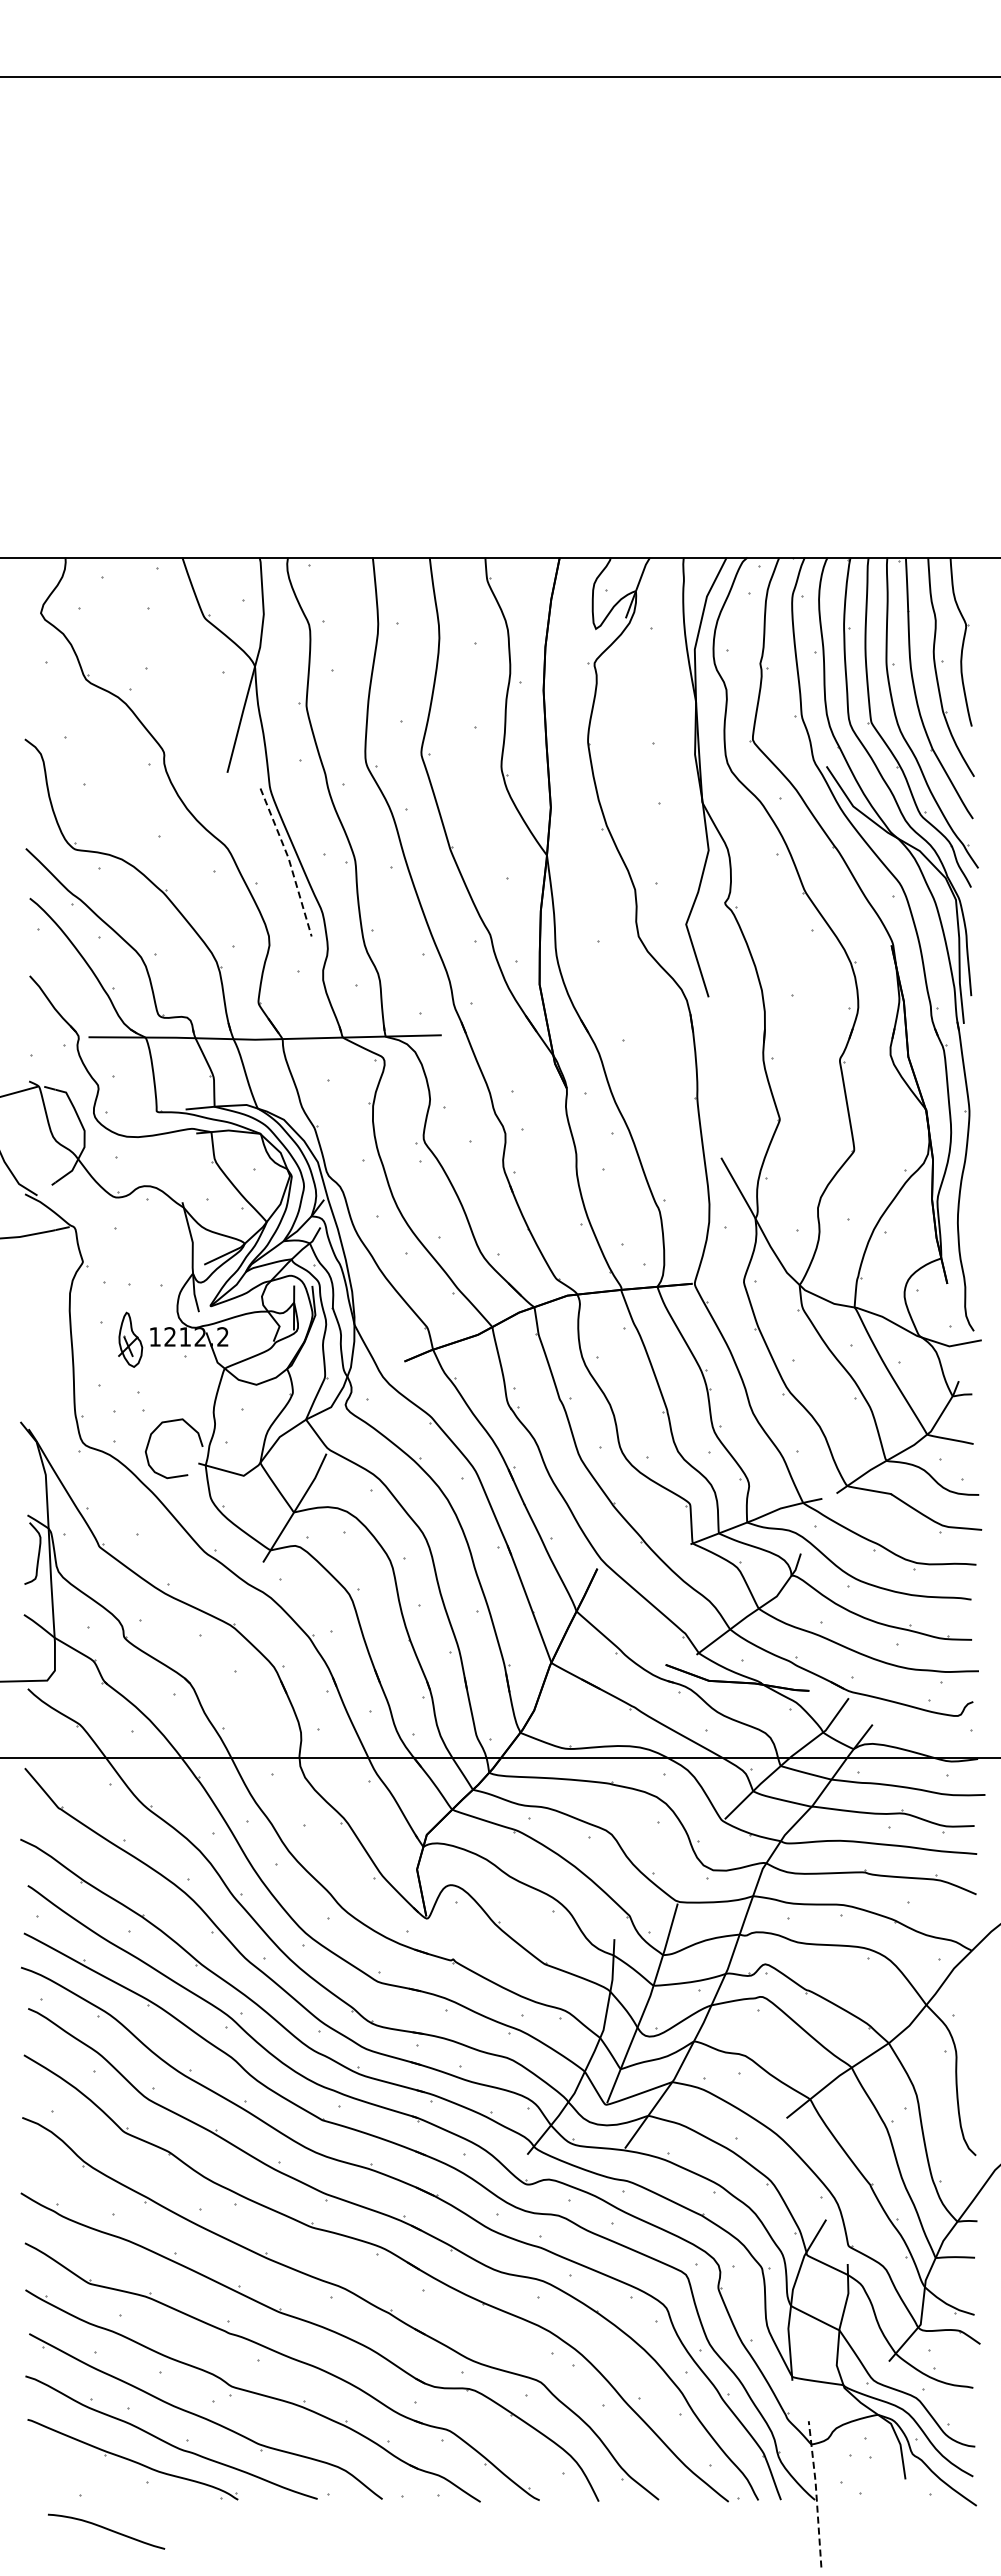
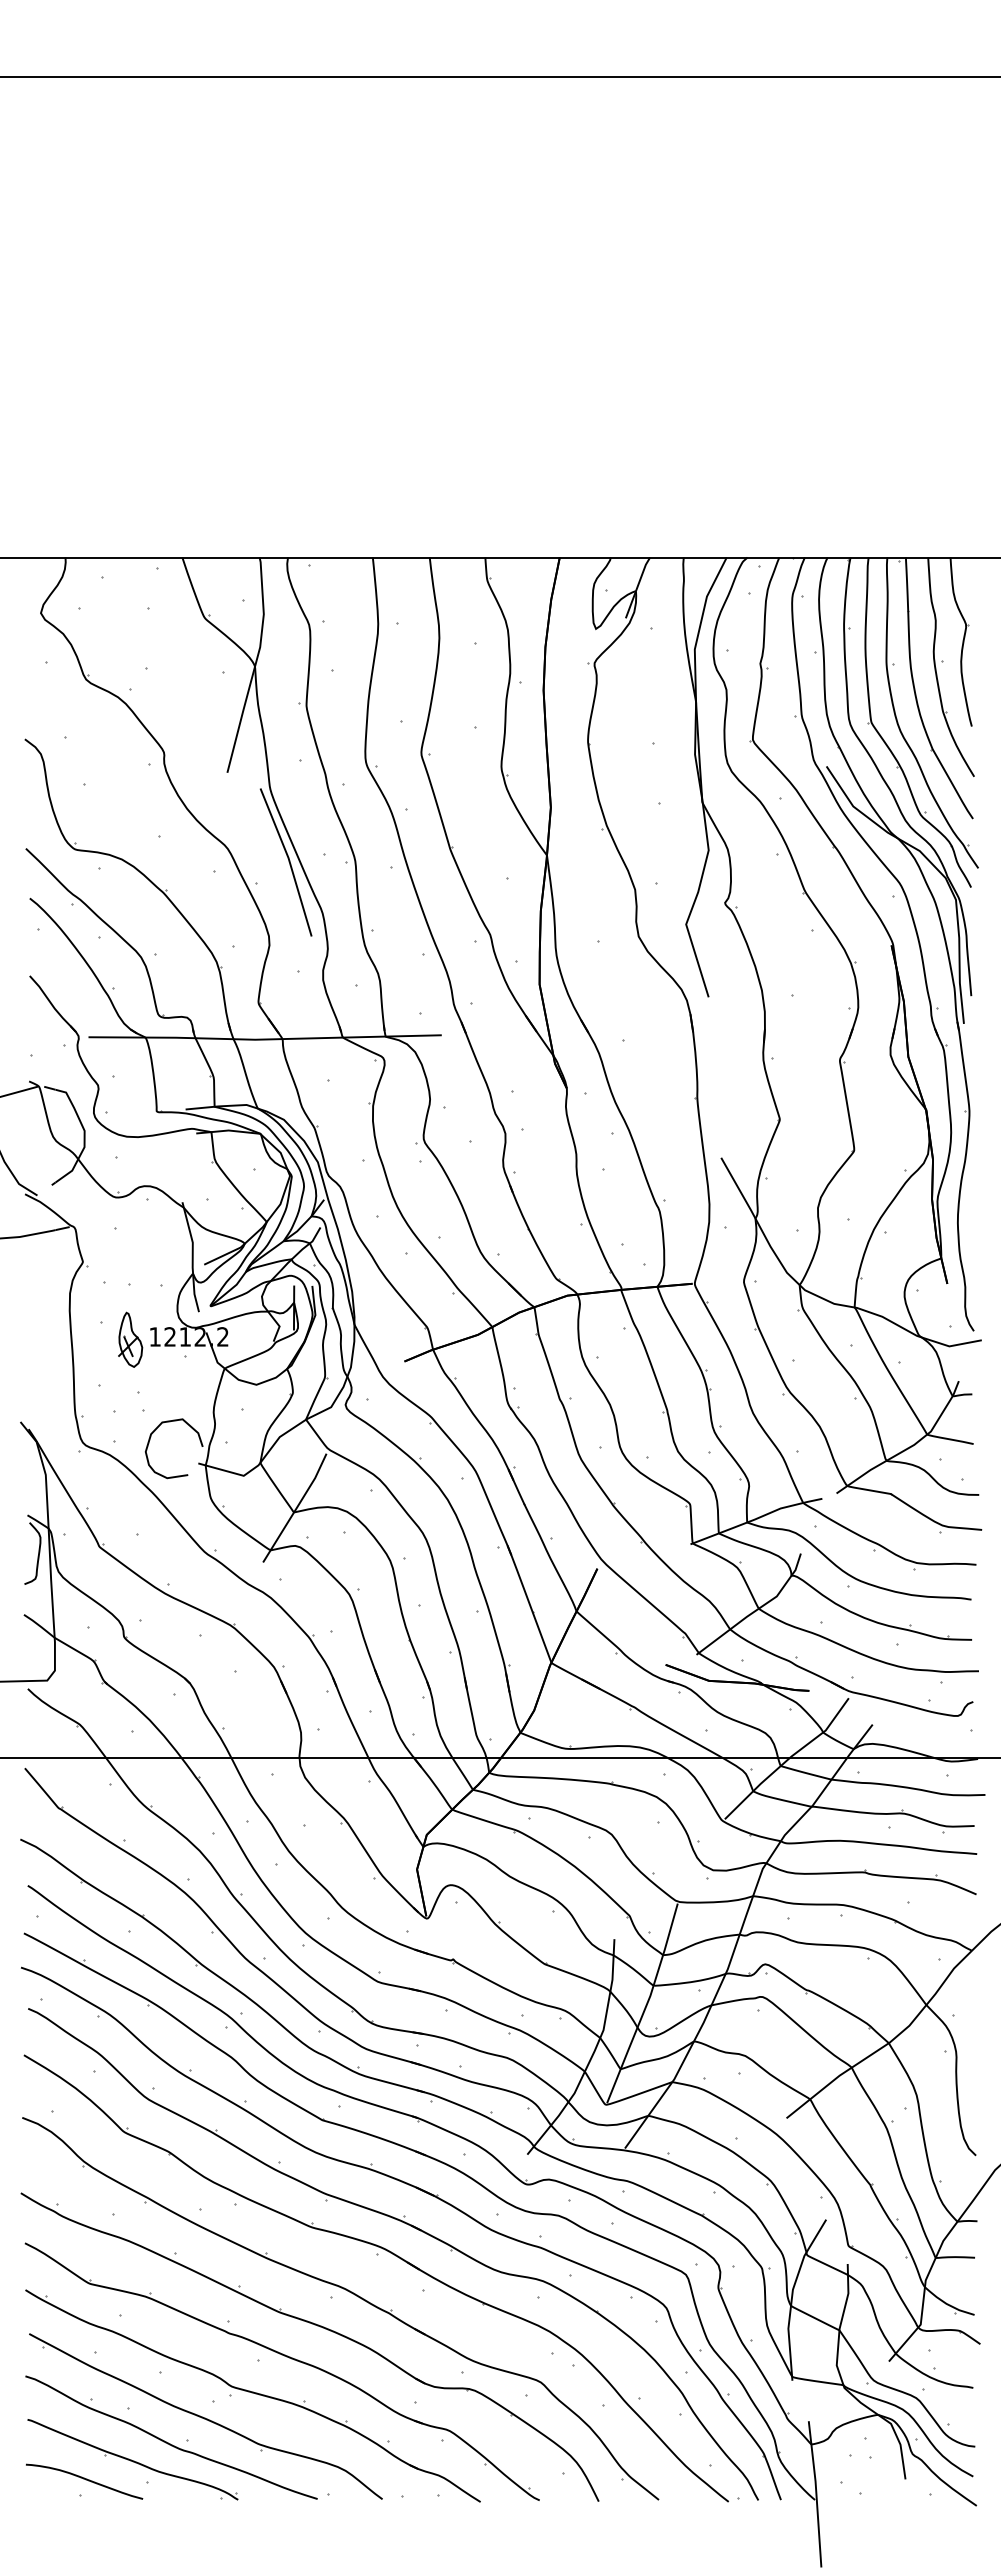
line at (289, 860): dashed -> solid
line at (816, 2493): dashed -> solid
curve at (107, 2530) position: (107, 2530) -> (85, 2480)
